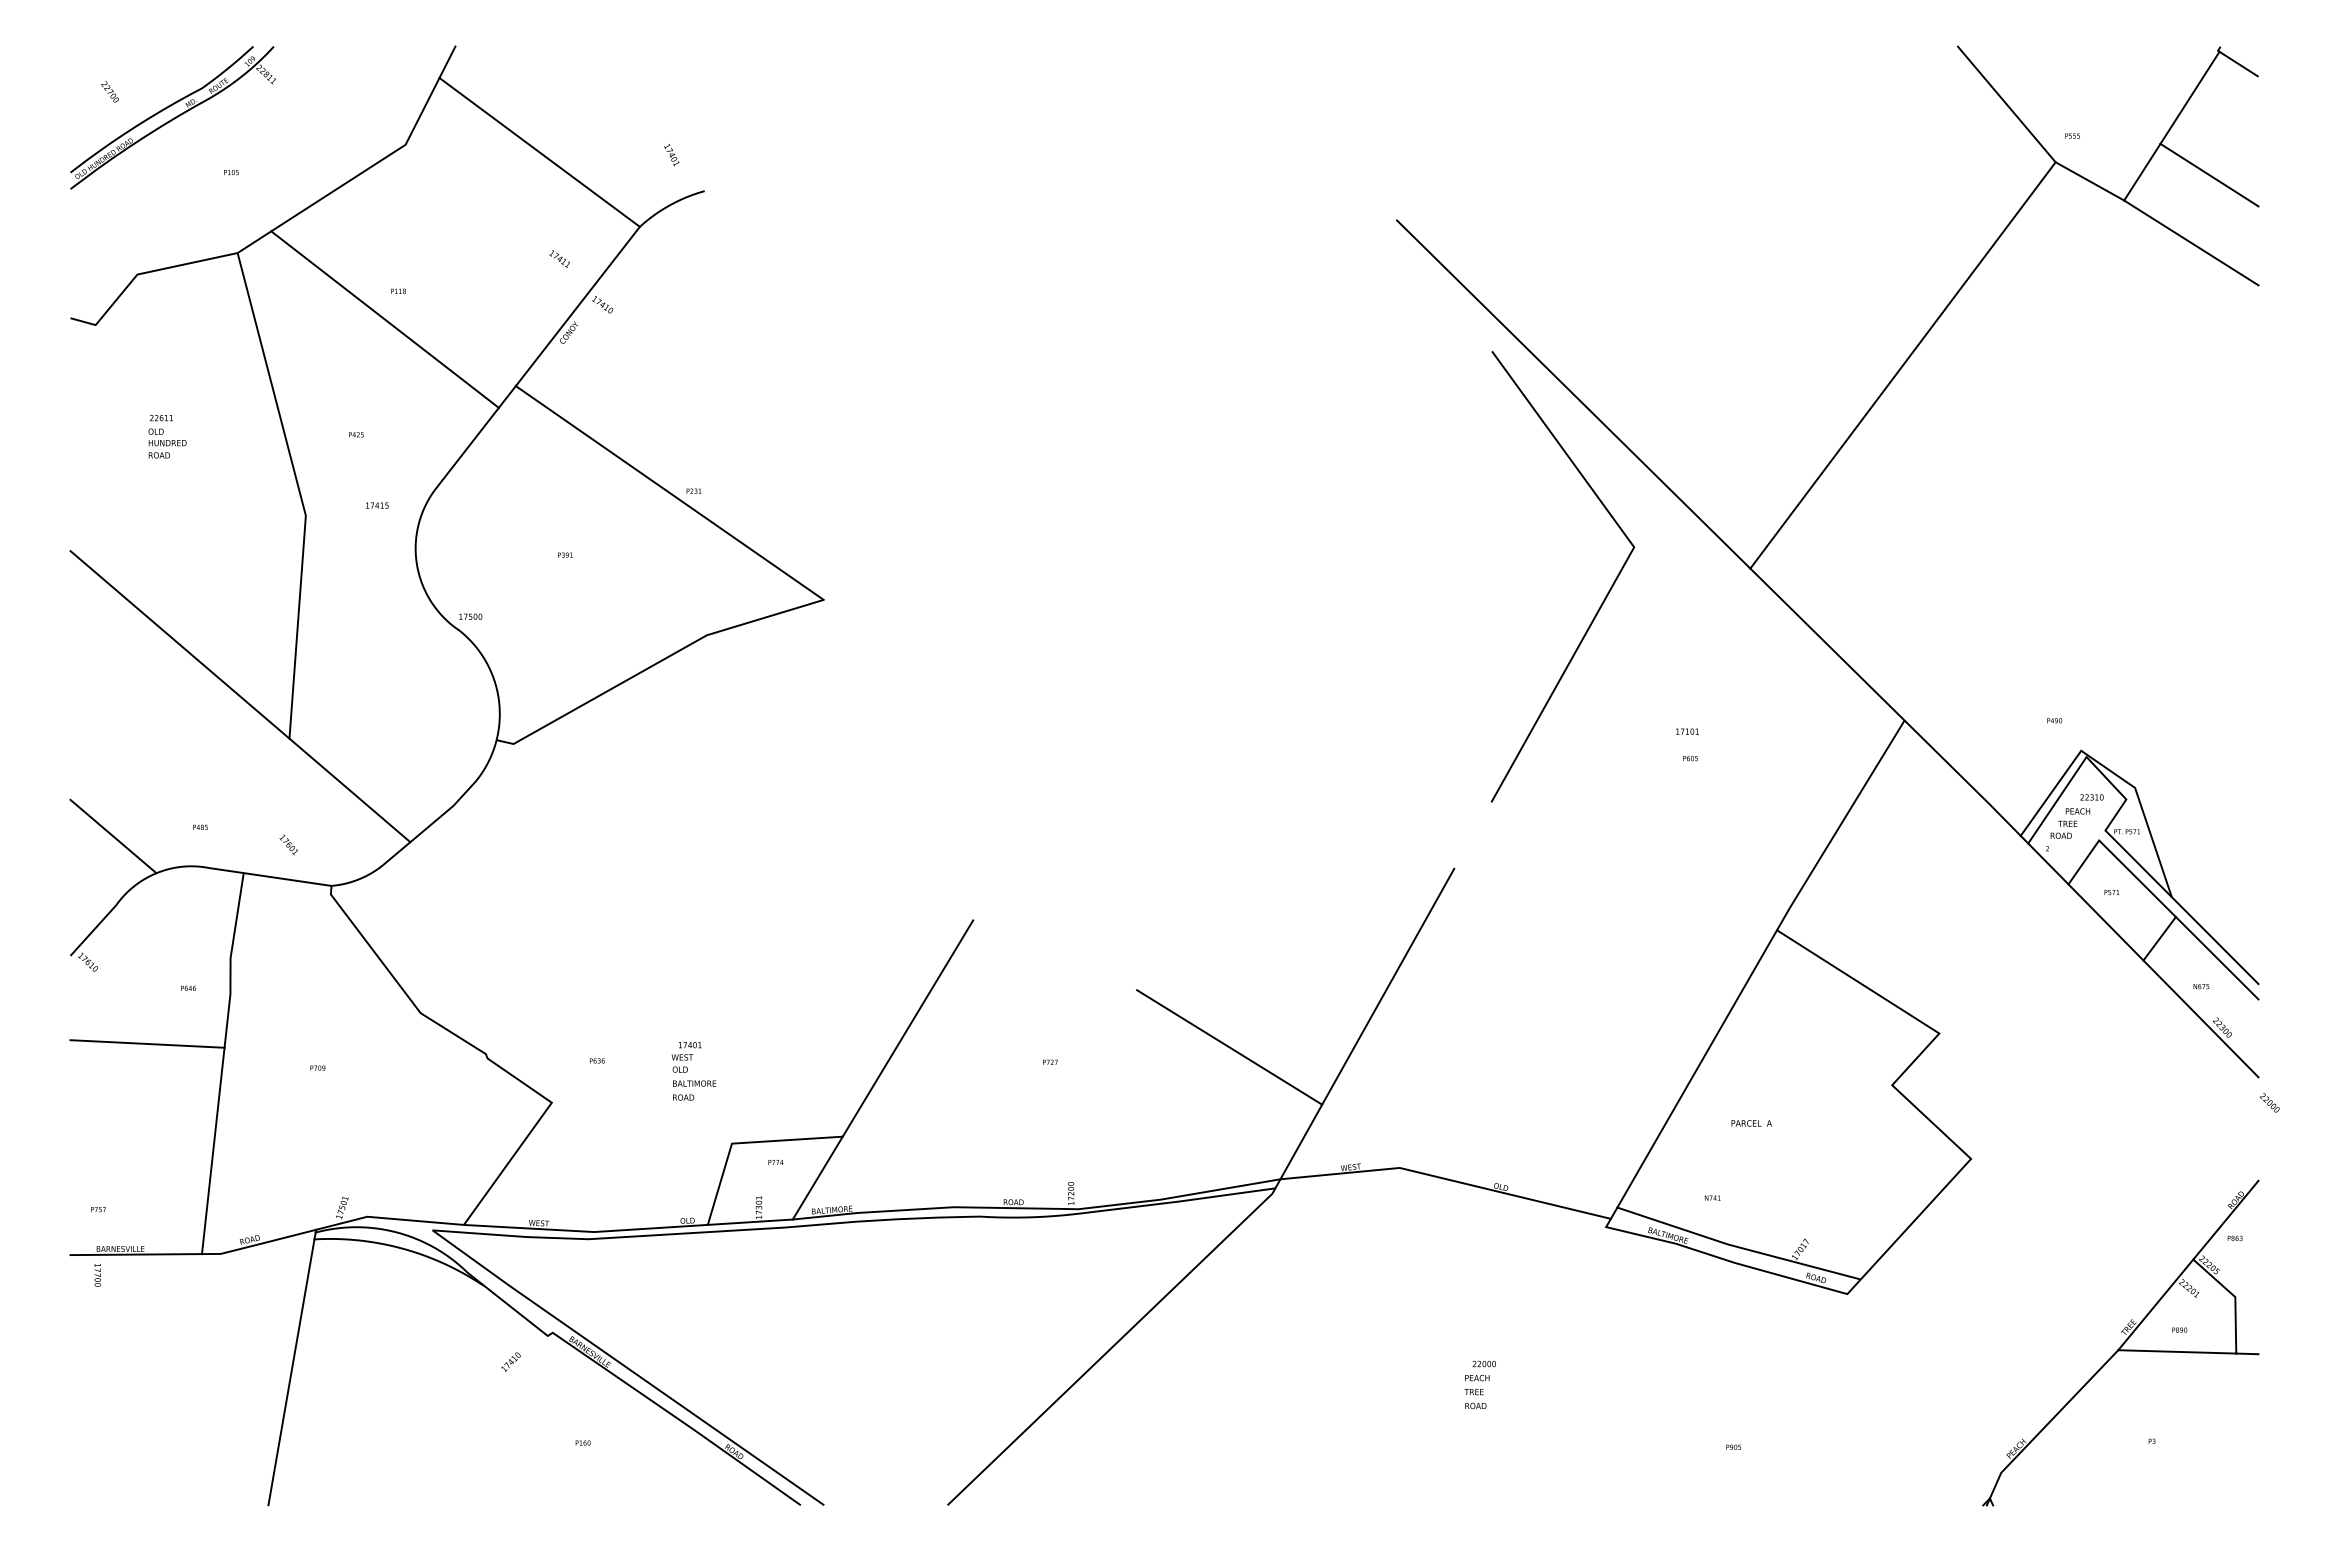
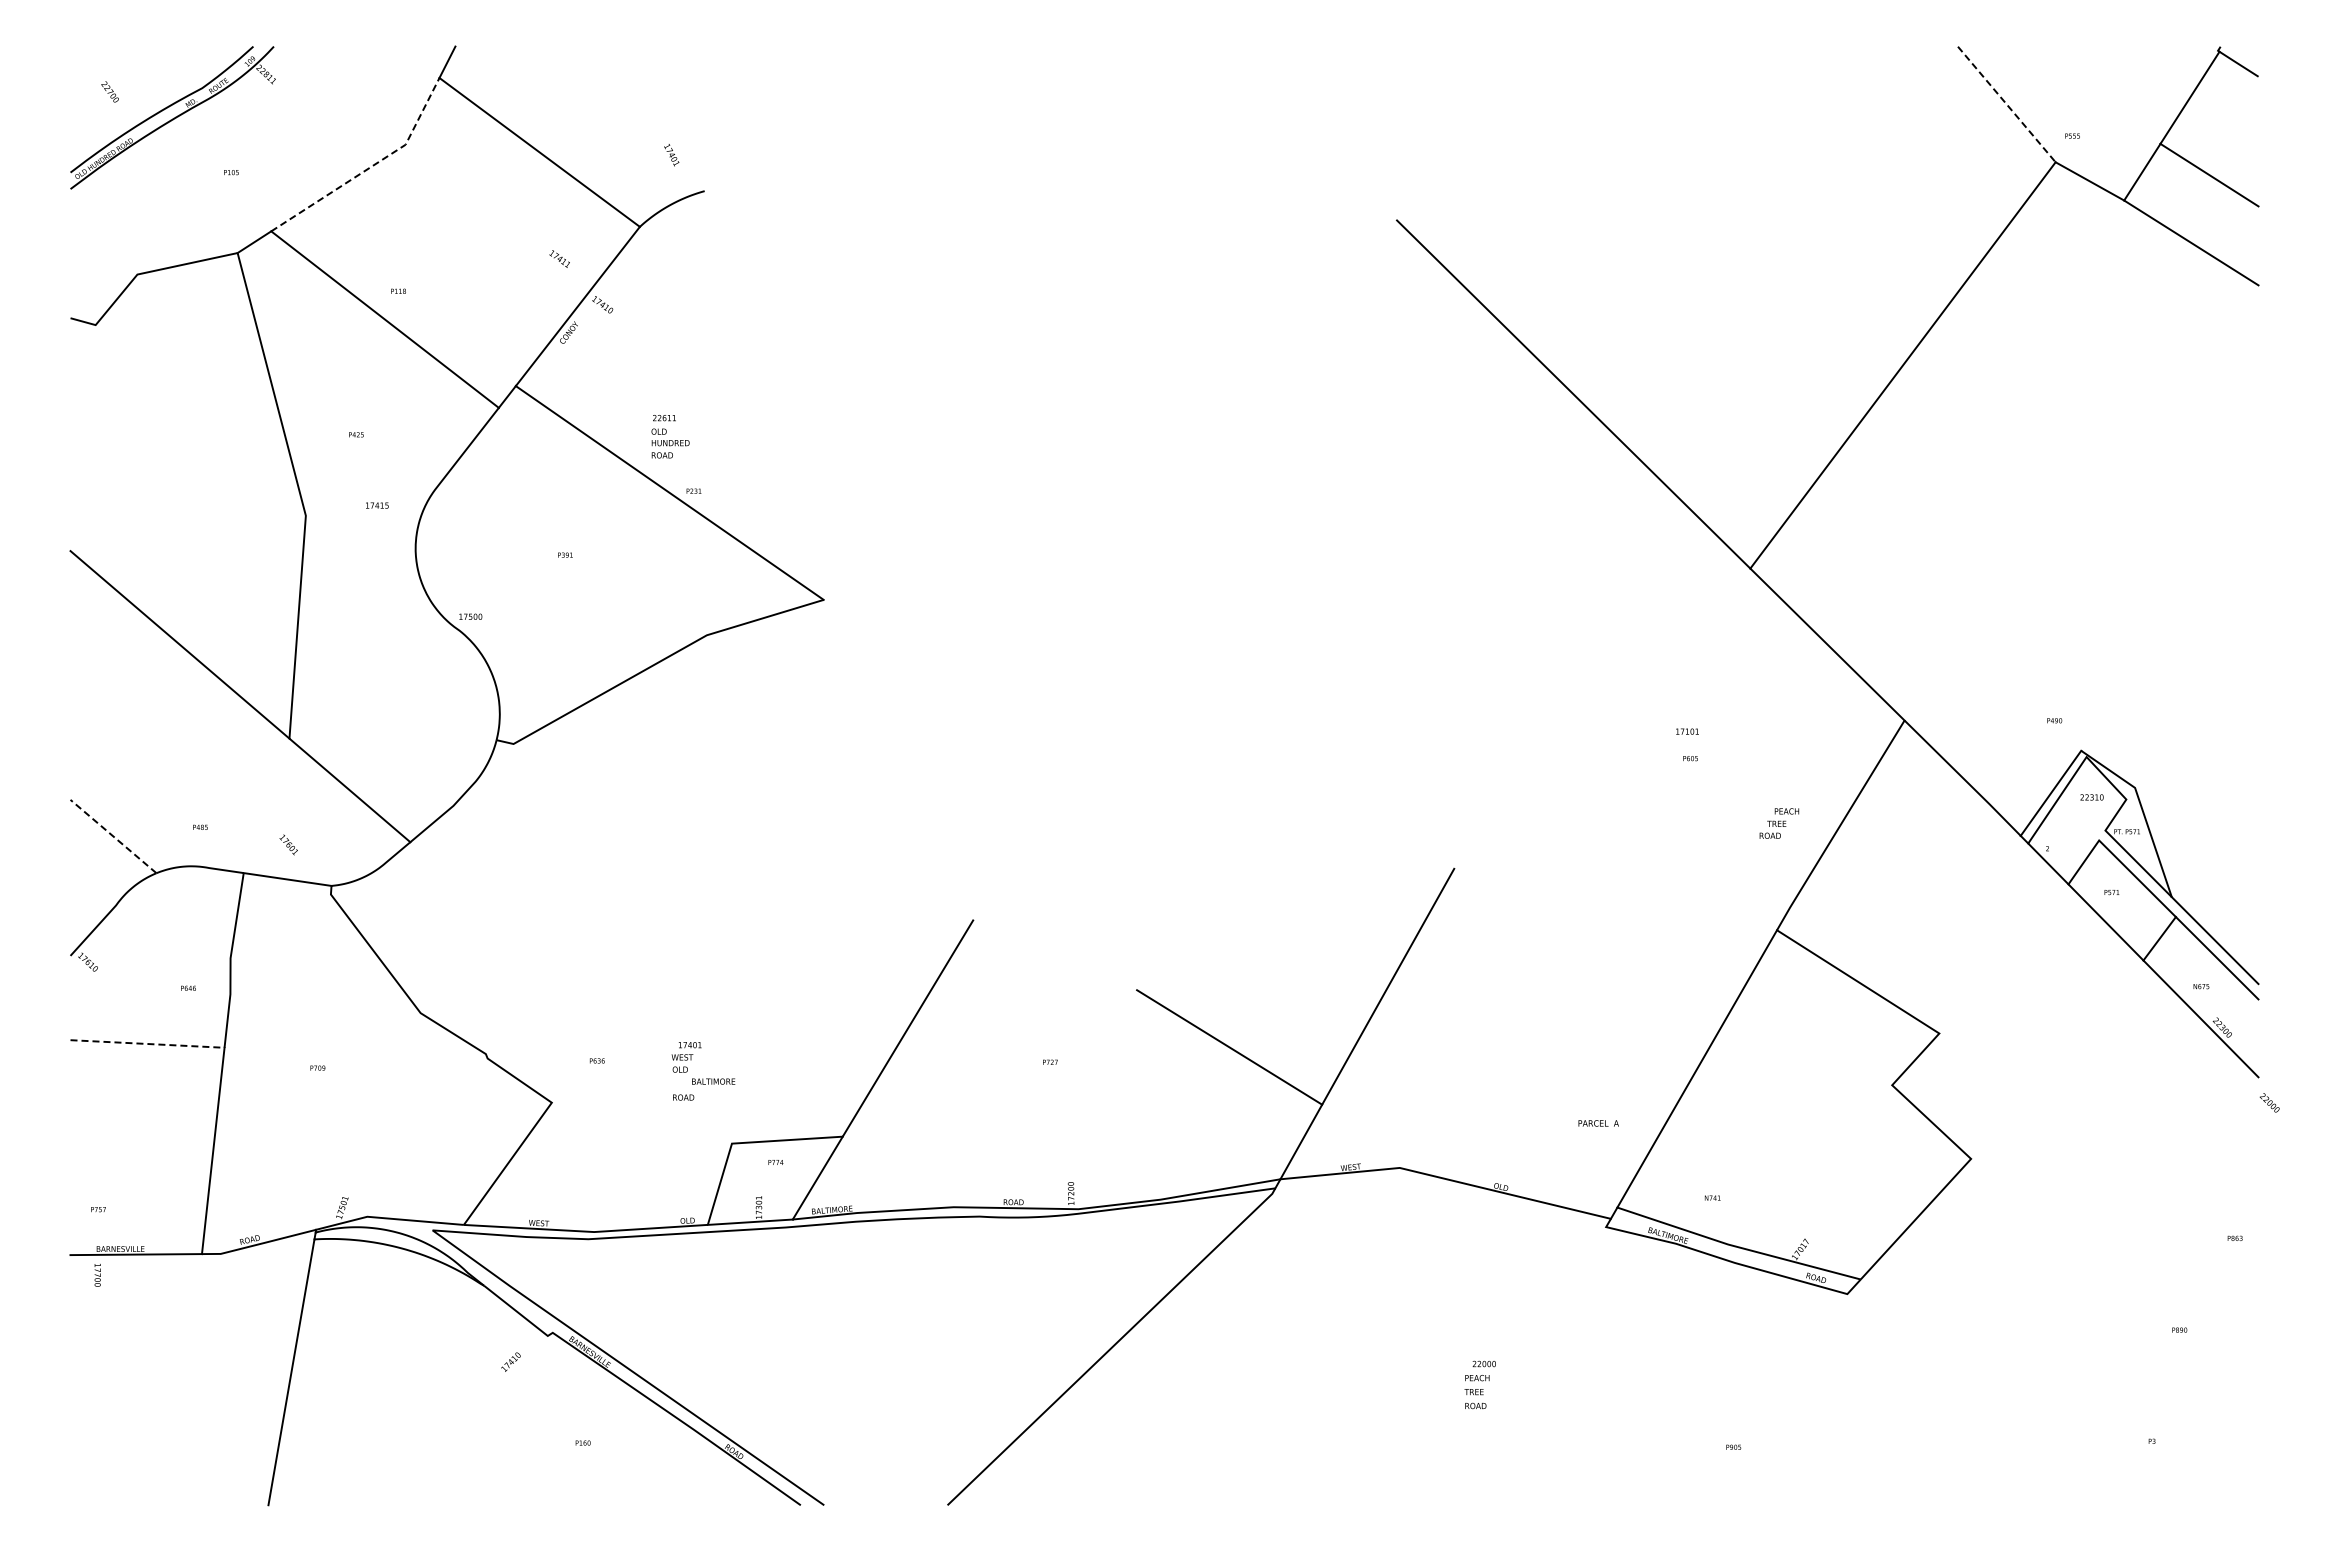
line at (2006, 104): solid -> dashed
line at (370, 167): solid -> dashed
text at (167, 436) position: (167, 436) -> (670, 436)
line at (1603, 599): present -> none
text at (2070, 823) position: (2070, 823) -> (1779, 823)
line at (113, 836): solid -> dashed
line at (148, 1044): solid -> dashed
text at (694, 1083) position: (694, 1083) -> (713, 1081)
text at (1751, 1123) position: (1751, 1123) -> (1598, 1123)
part at (2120, 1342): present -> none
